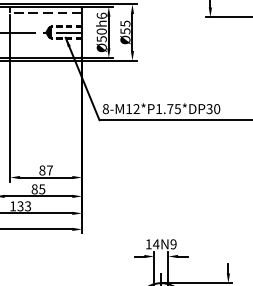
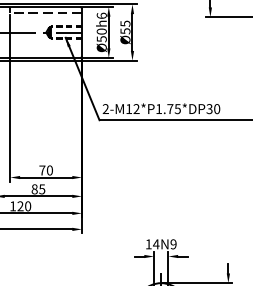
text at (105, 109): 8-M12*P1.75*DP30 -> 2-M12*P1.75*DP30
text at (45, 170): 87 -> 70
text at (24, 206): 133 -> 120
